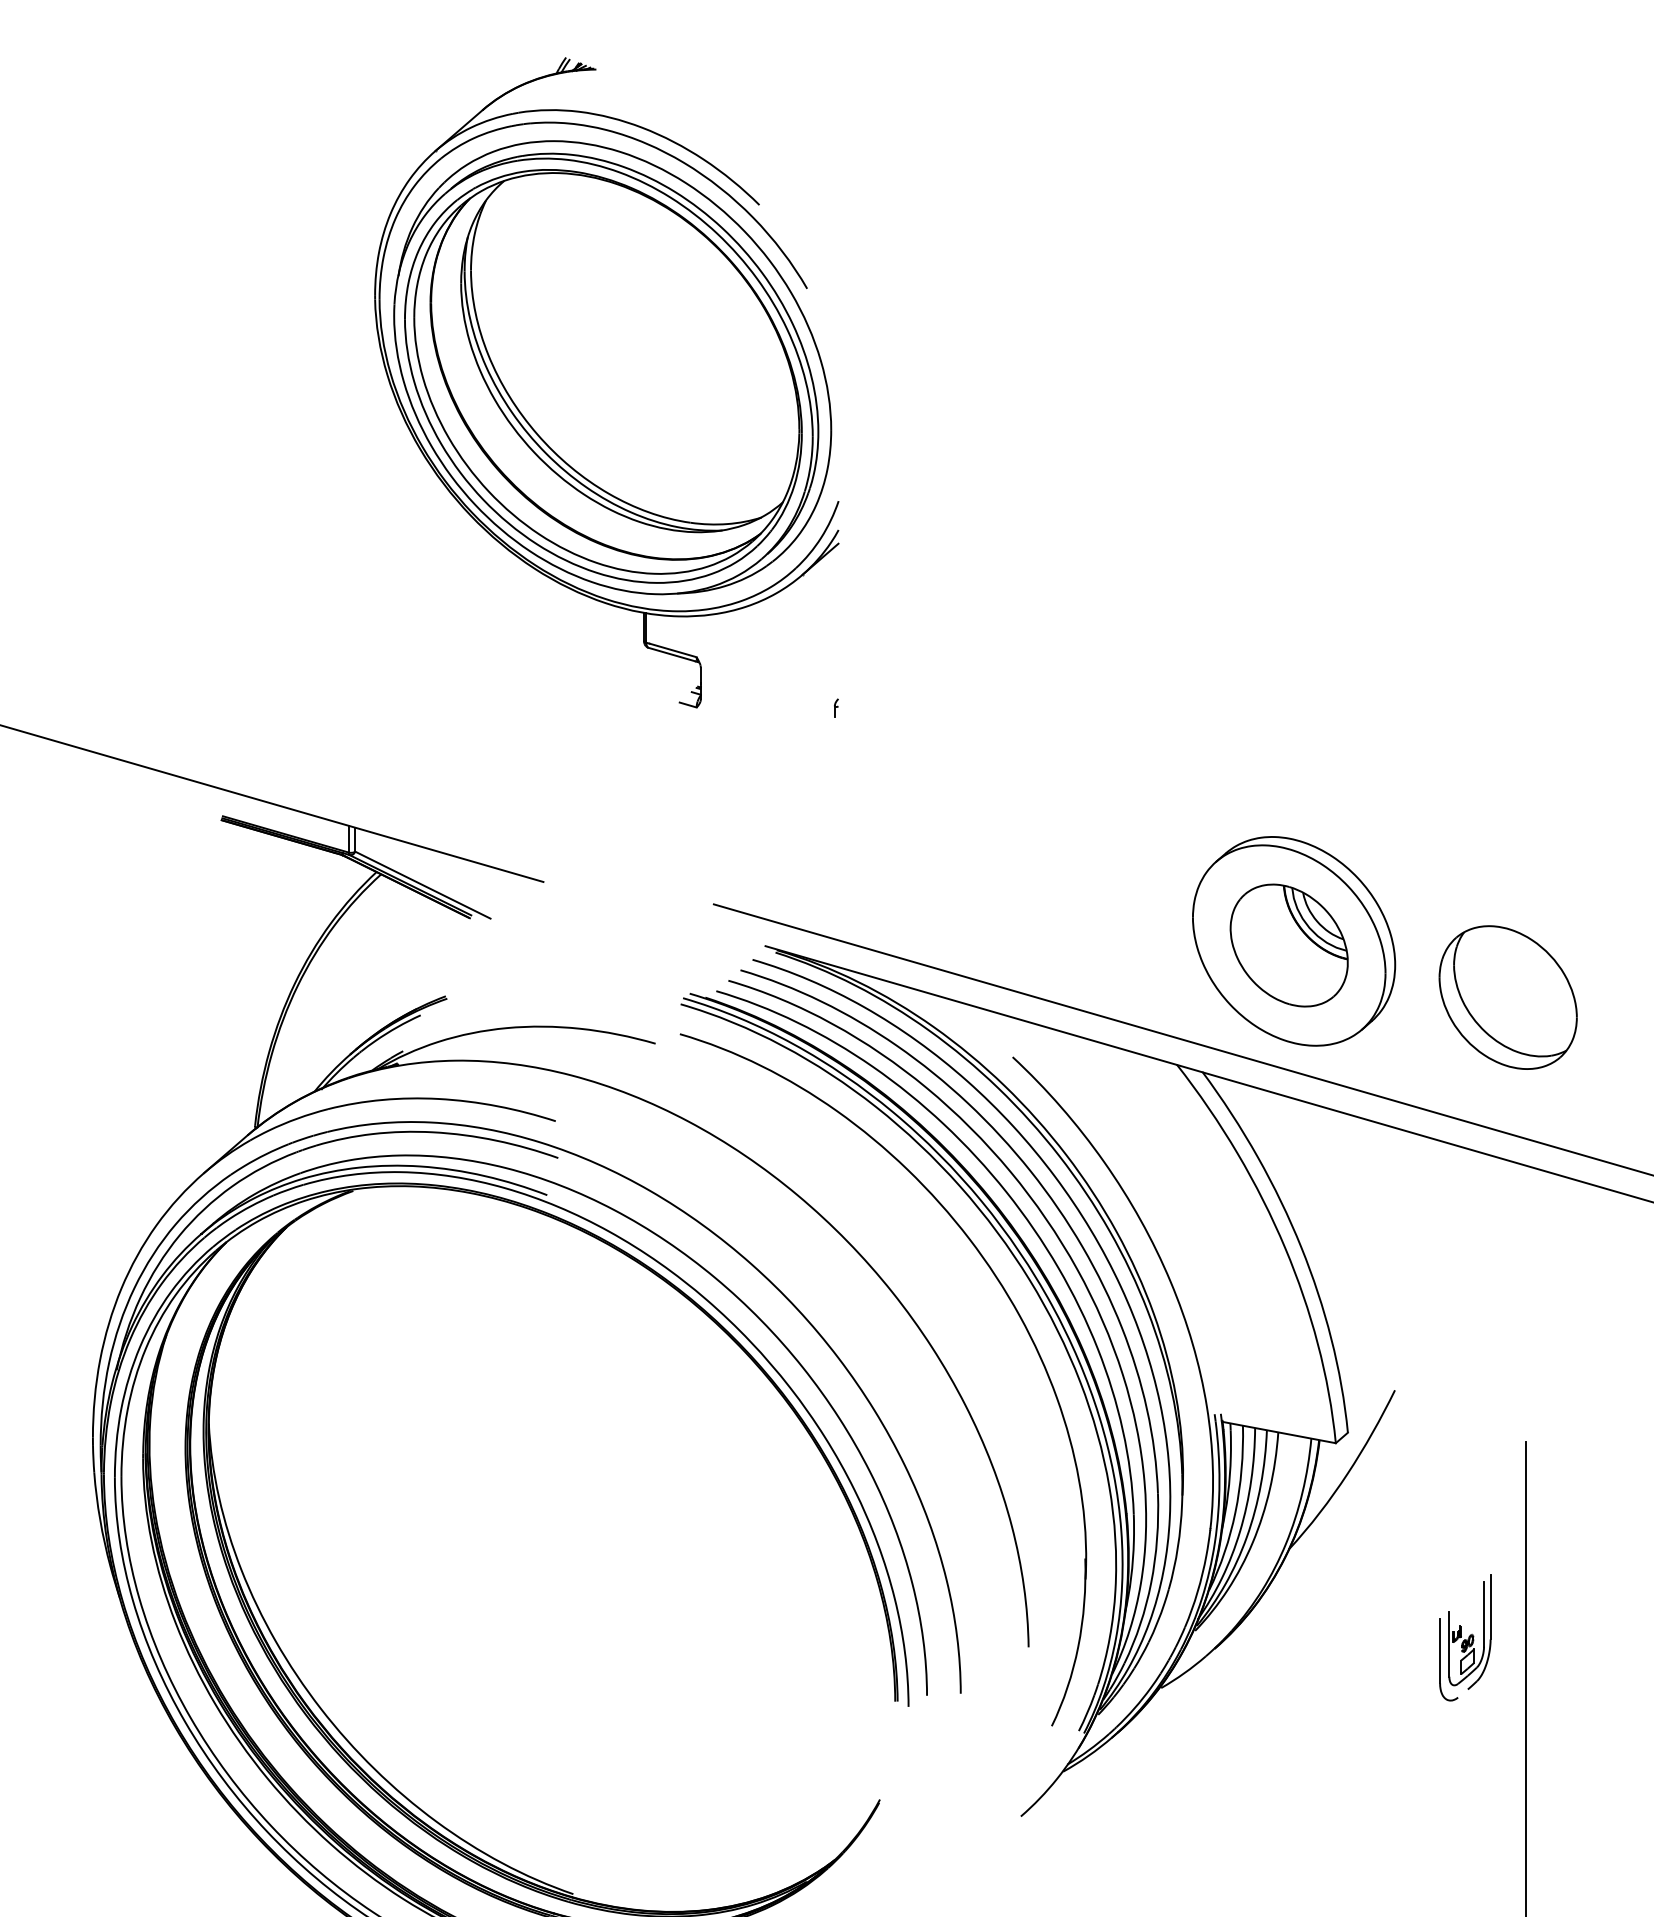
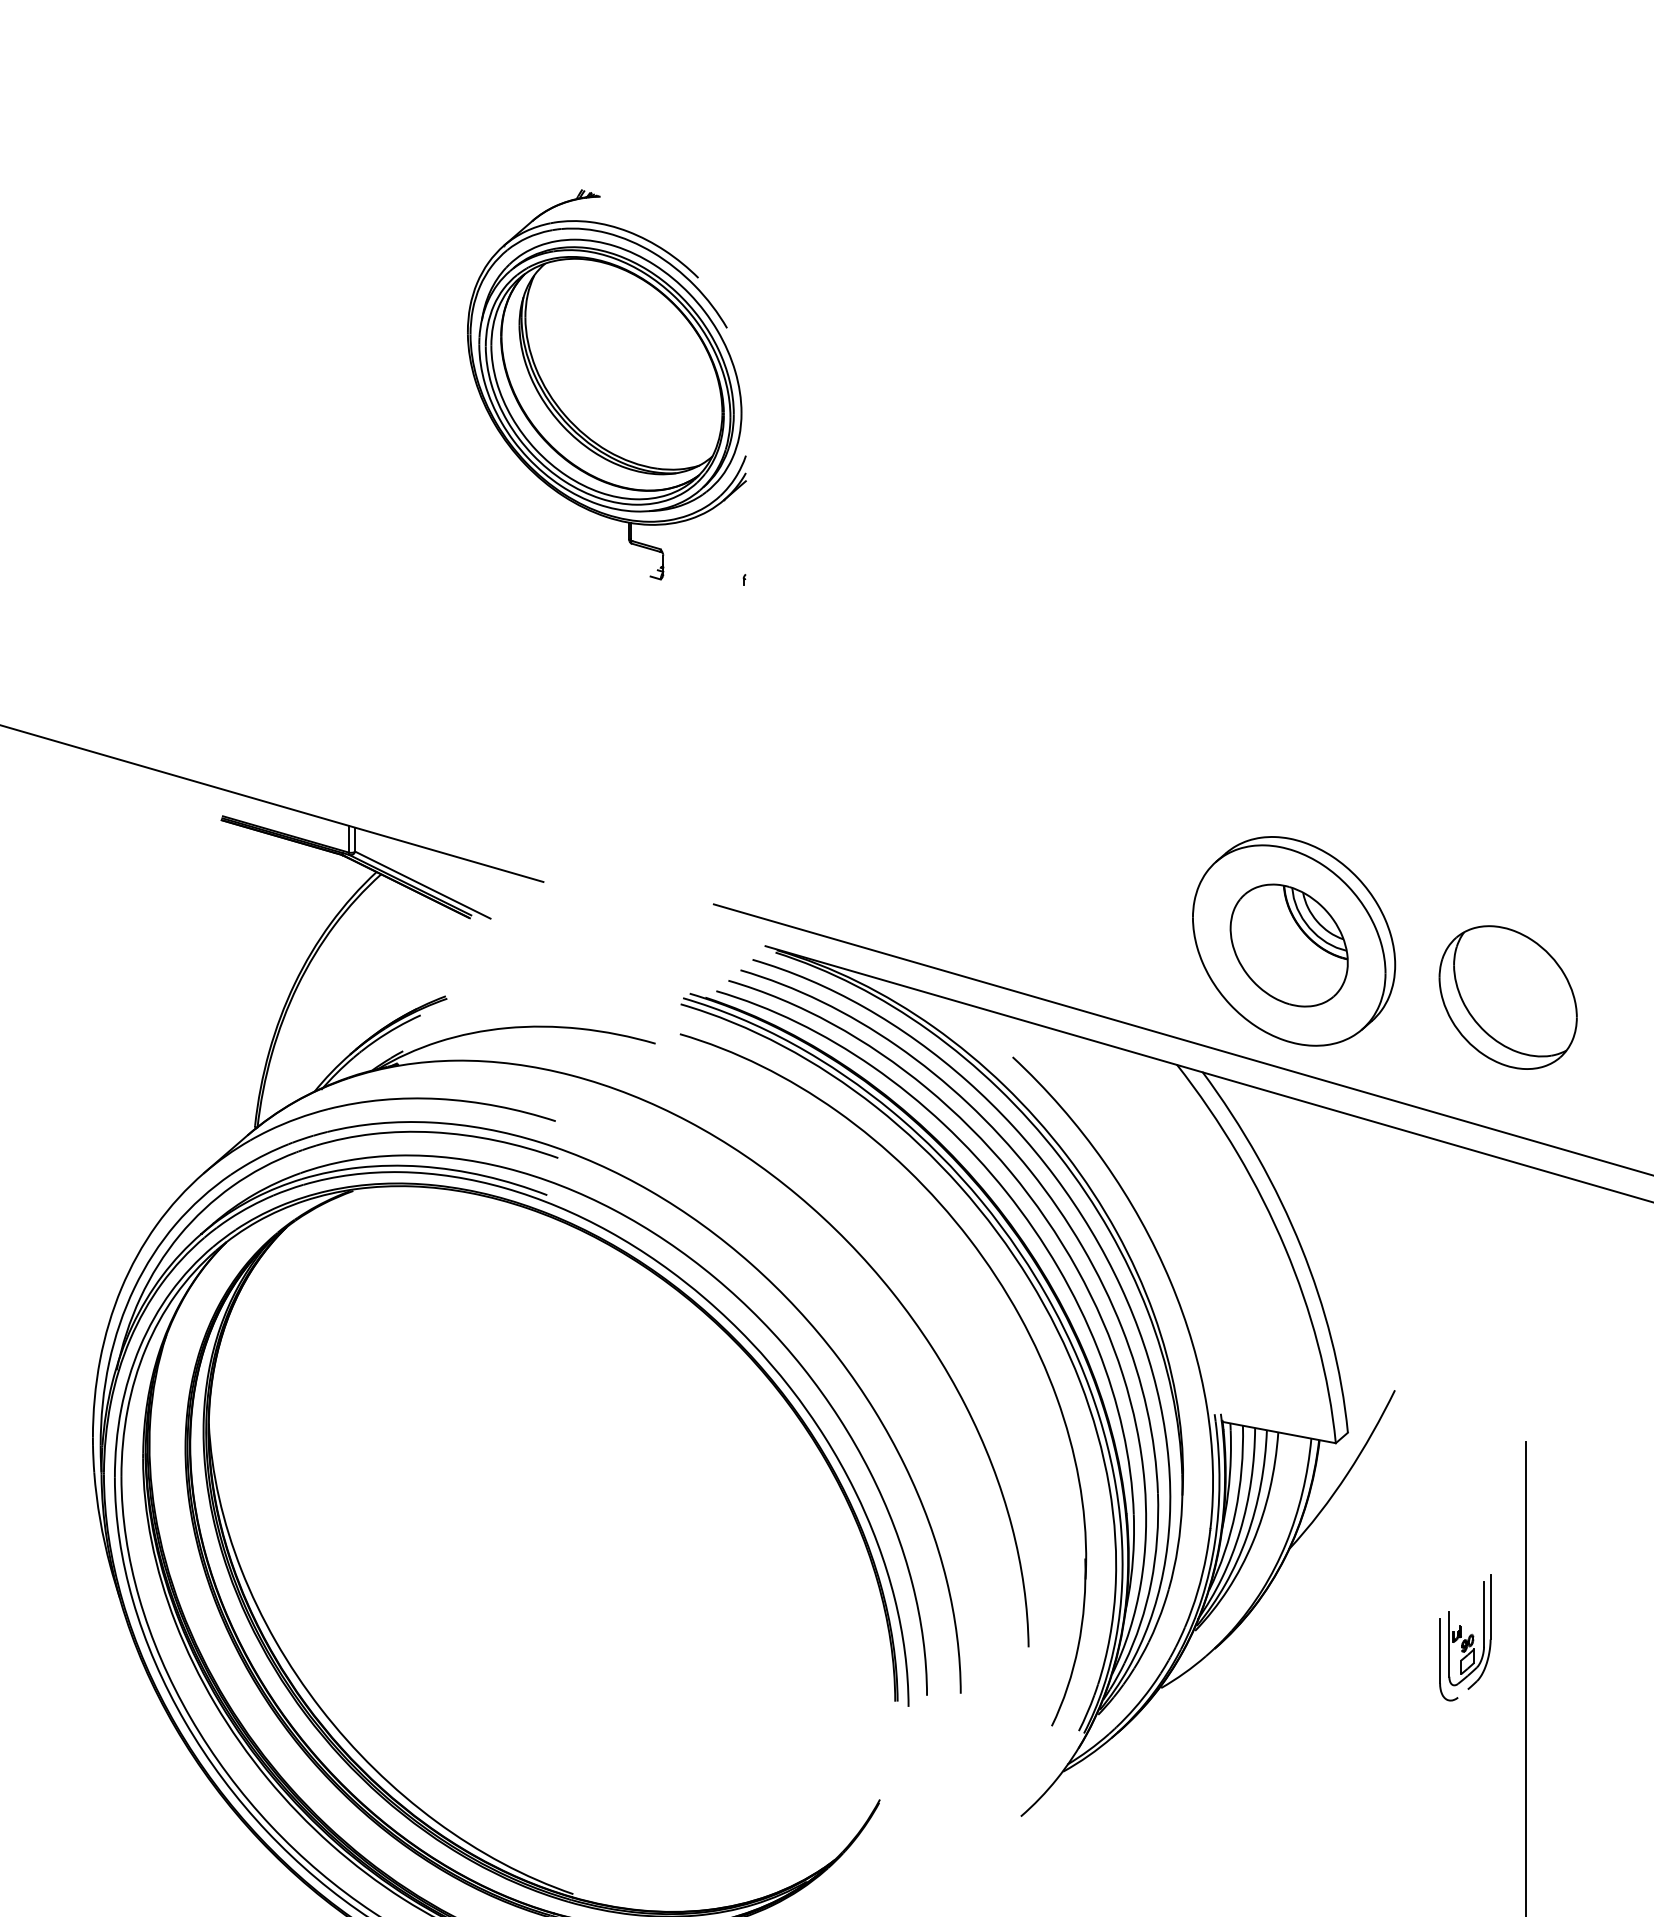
part at (606, 387) size: 466x661 px -> 280x397 px
